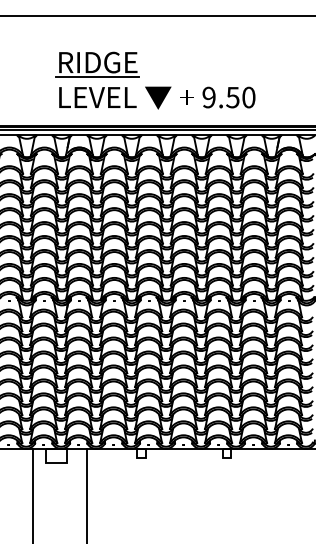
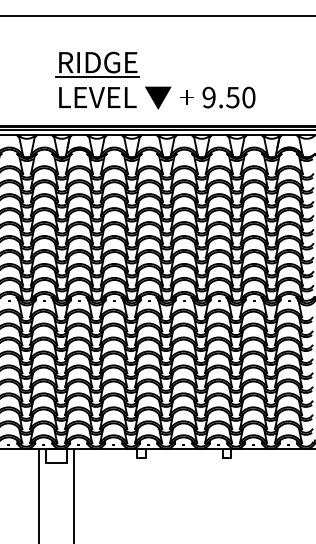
line at (32, 494) position: (32, 494) -> (38, 494)
line at (86, 494) position: (86, 494) -> (73, 494)
